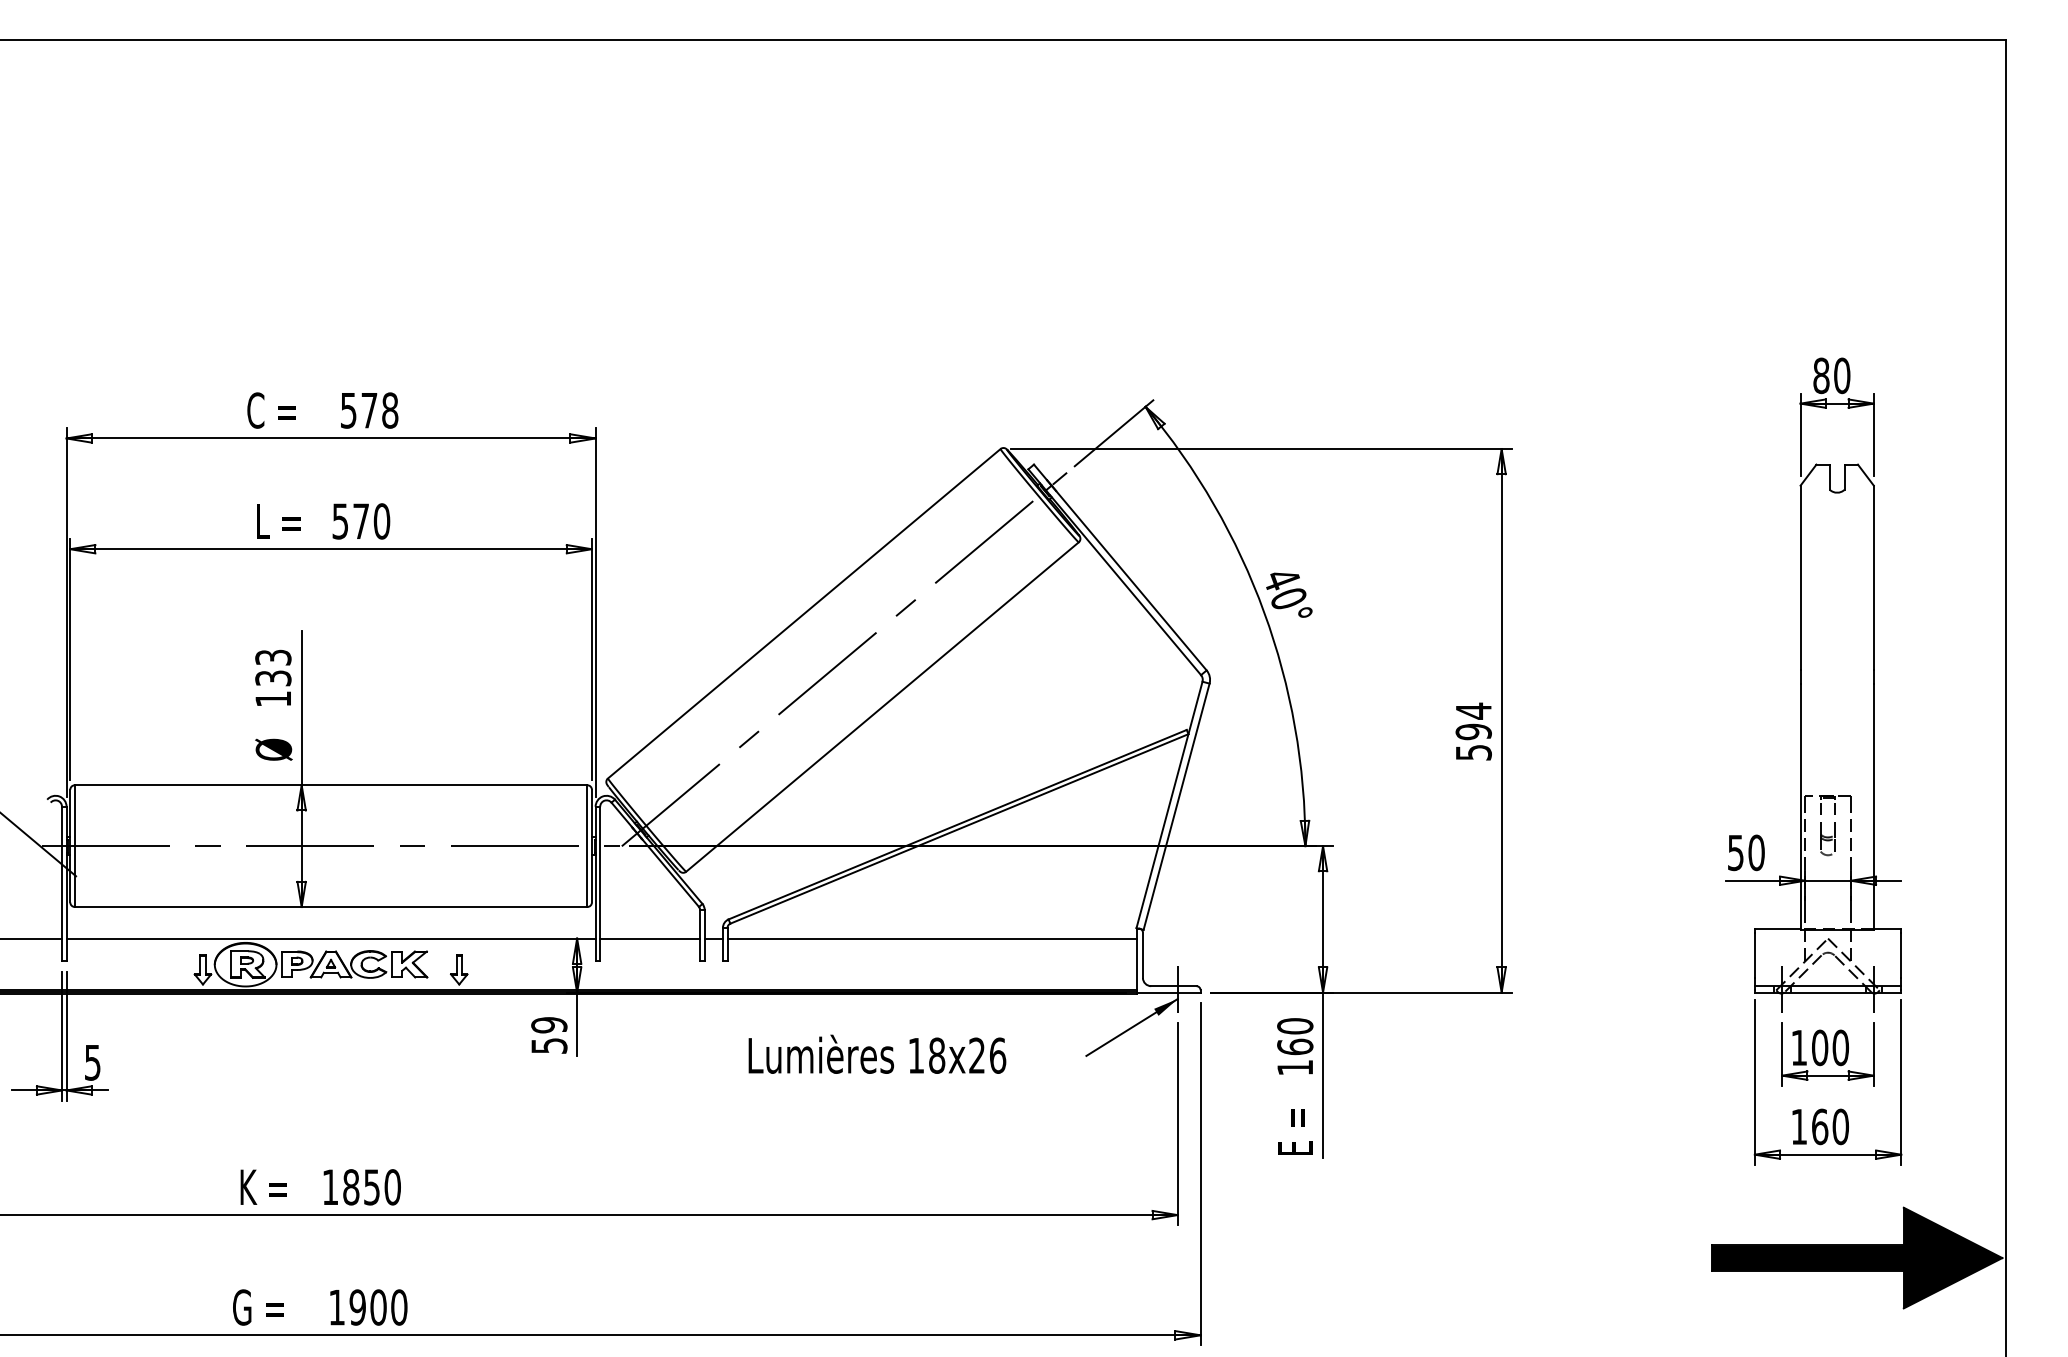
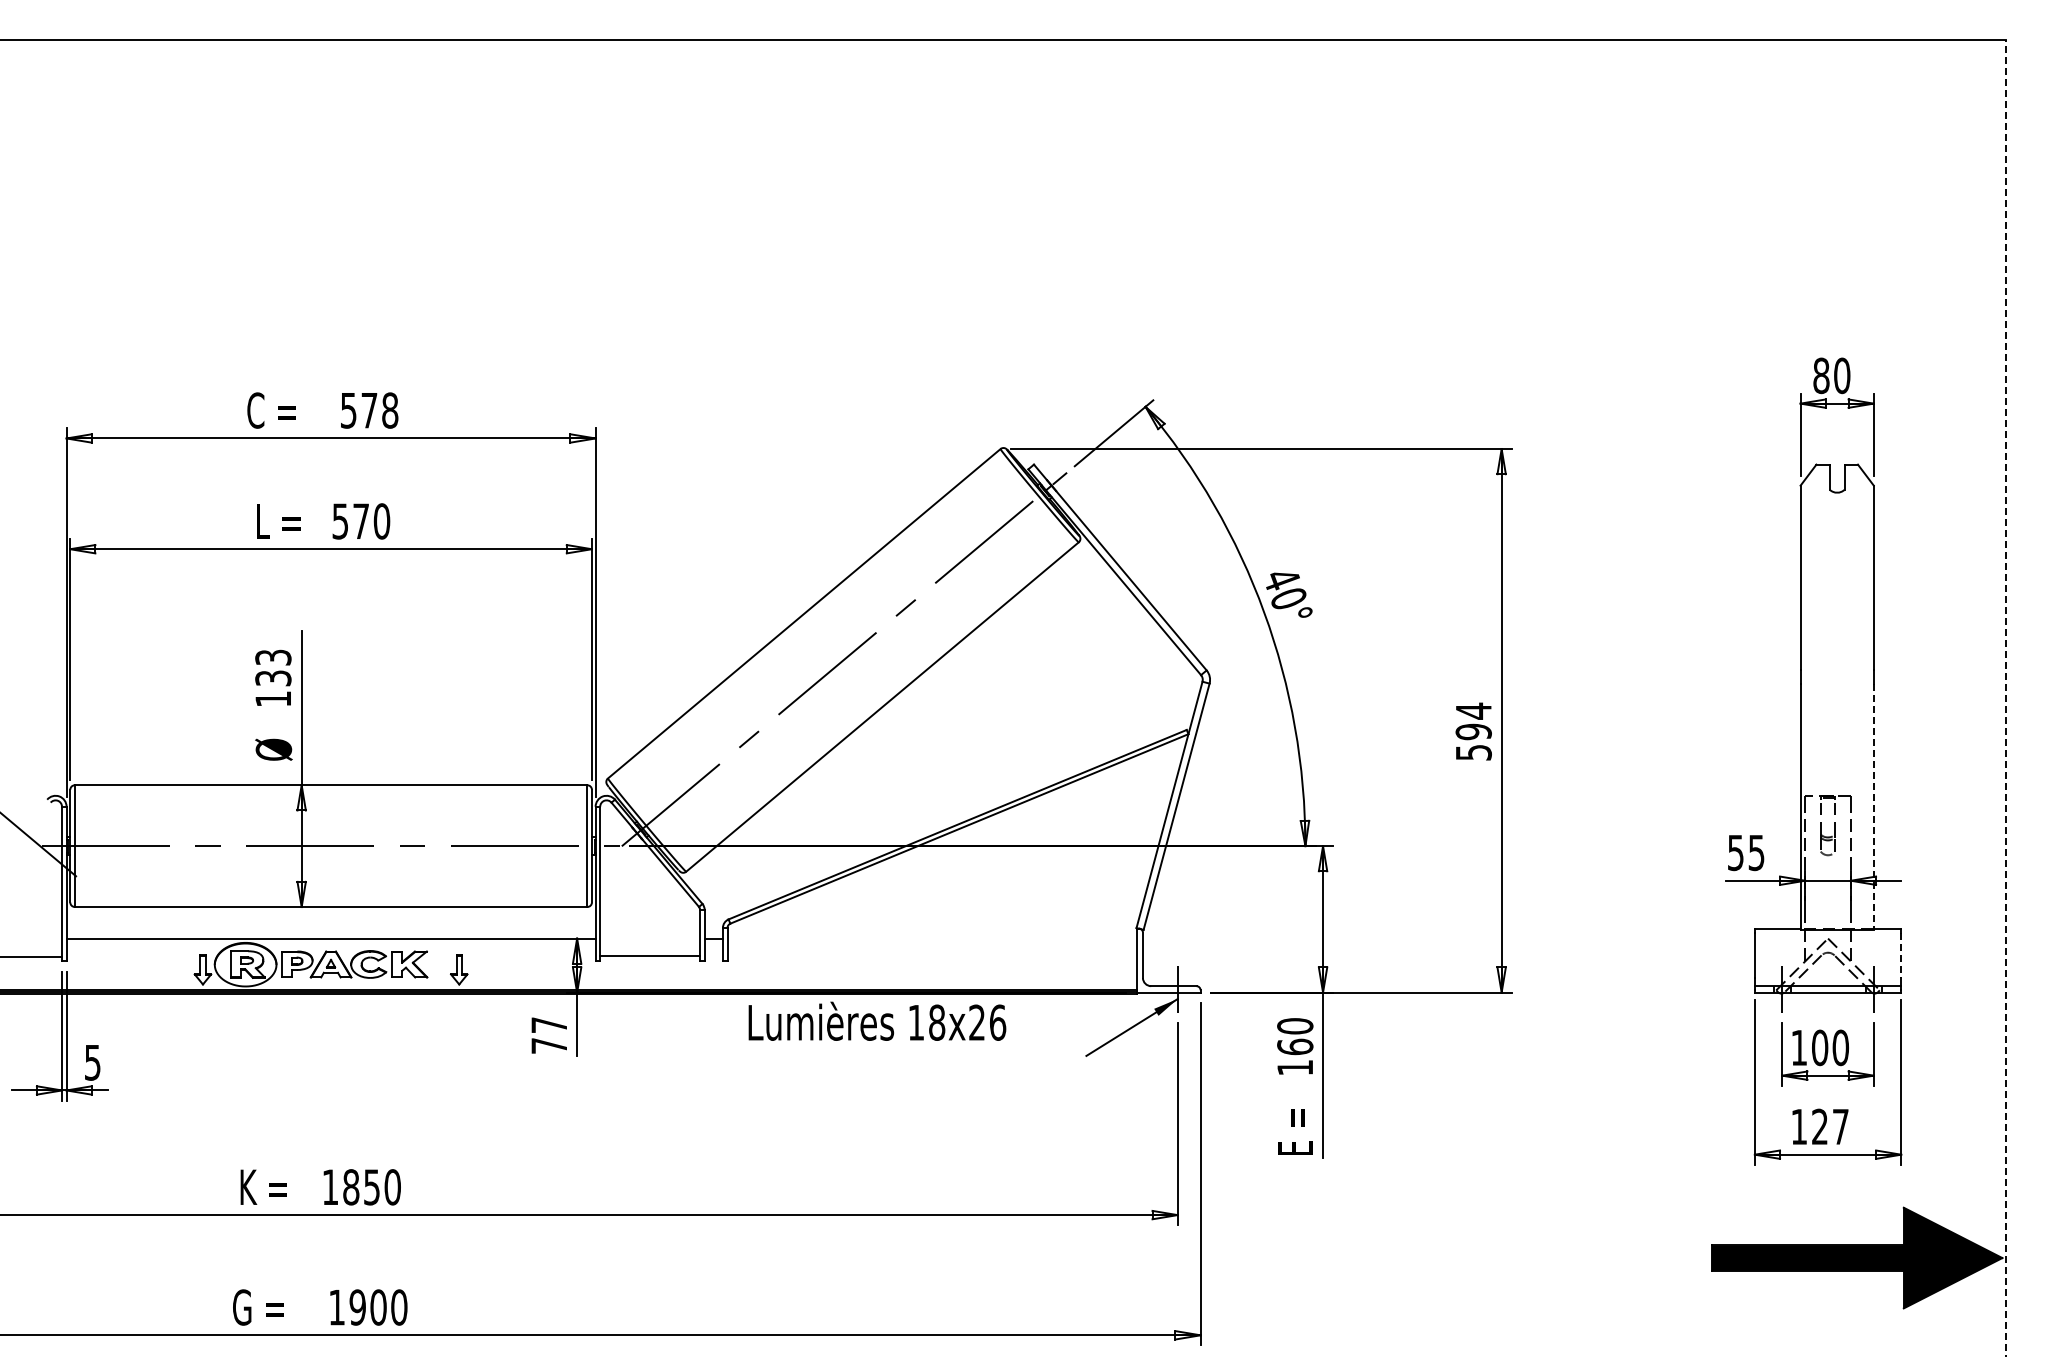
line at (2005, 698): solid -> dashed
line at (1873, 807): solid -> dashed
text at (1756, 852): 50 -> 55
line at (32, 938) position: (32, 938) -> (32, 956)
line at (650, 938) position: (650, 938) -> (650, 955)
line at (931, 938): present -> none
line at (1901, 955): solid -> dashed
text at (549, 1035): 59 -> 77
text at (877, 1053) position: (877, 1053) -> (877, 1020)
text at (1830, 1126): 160 -> 127
